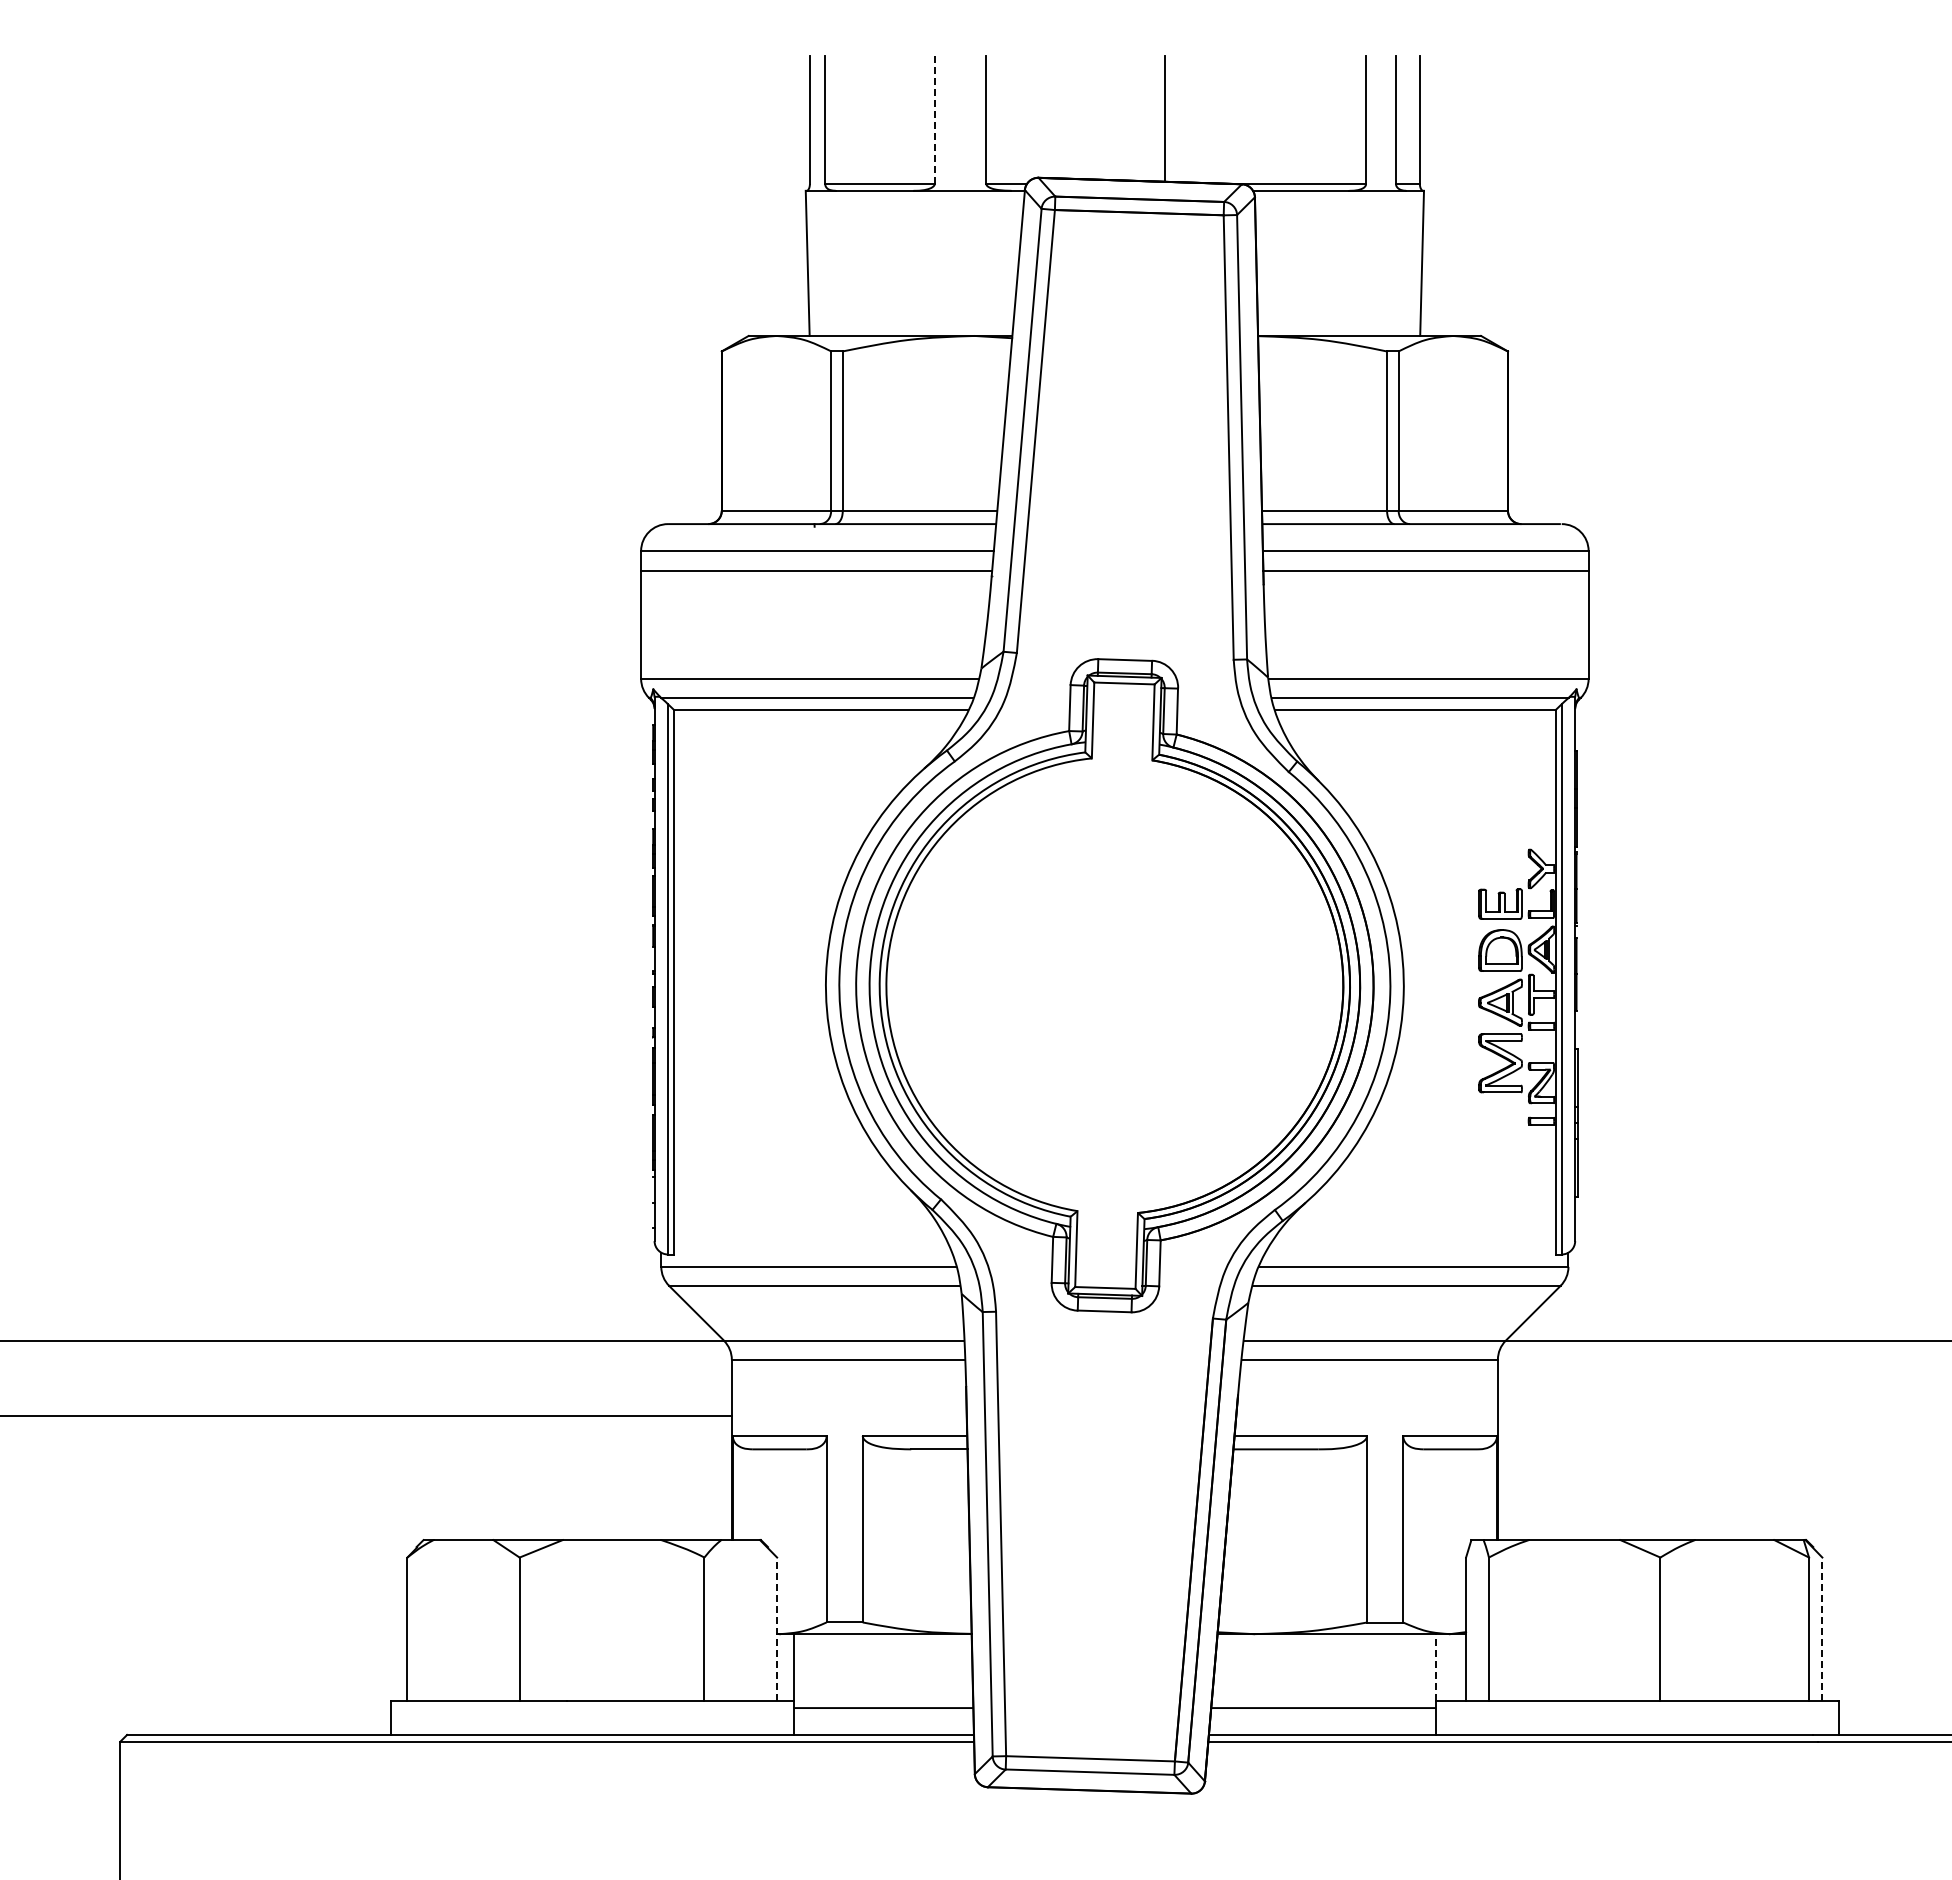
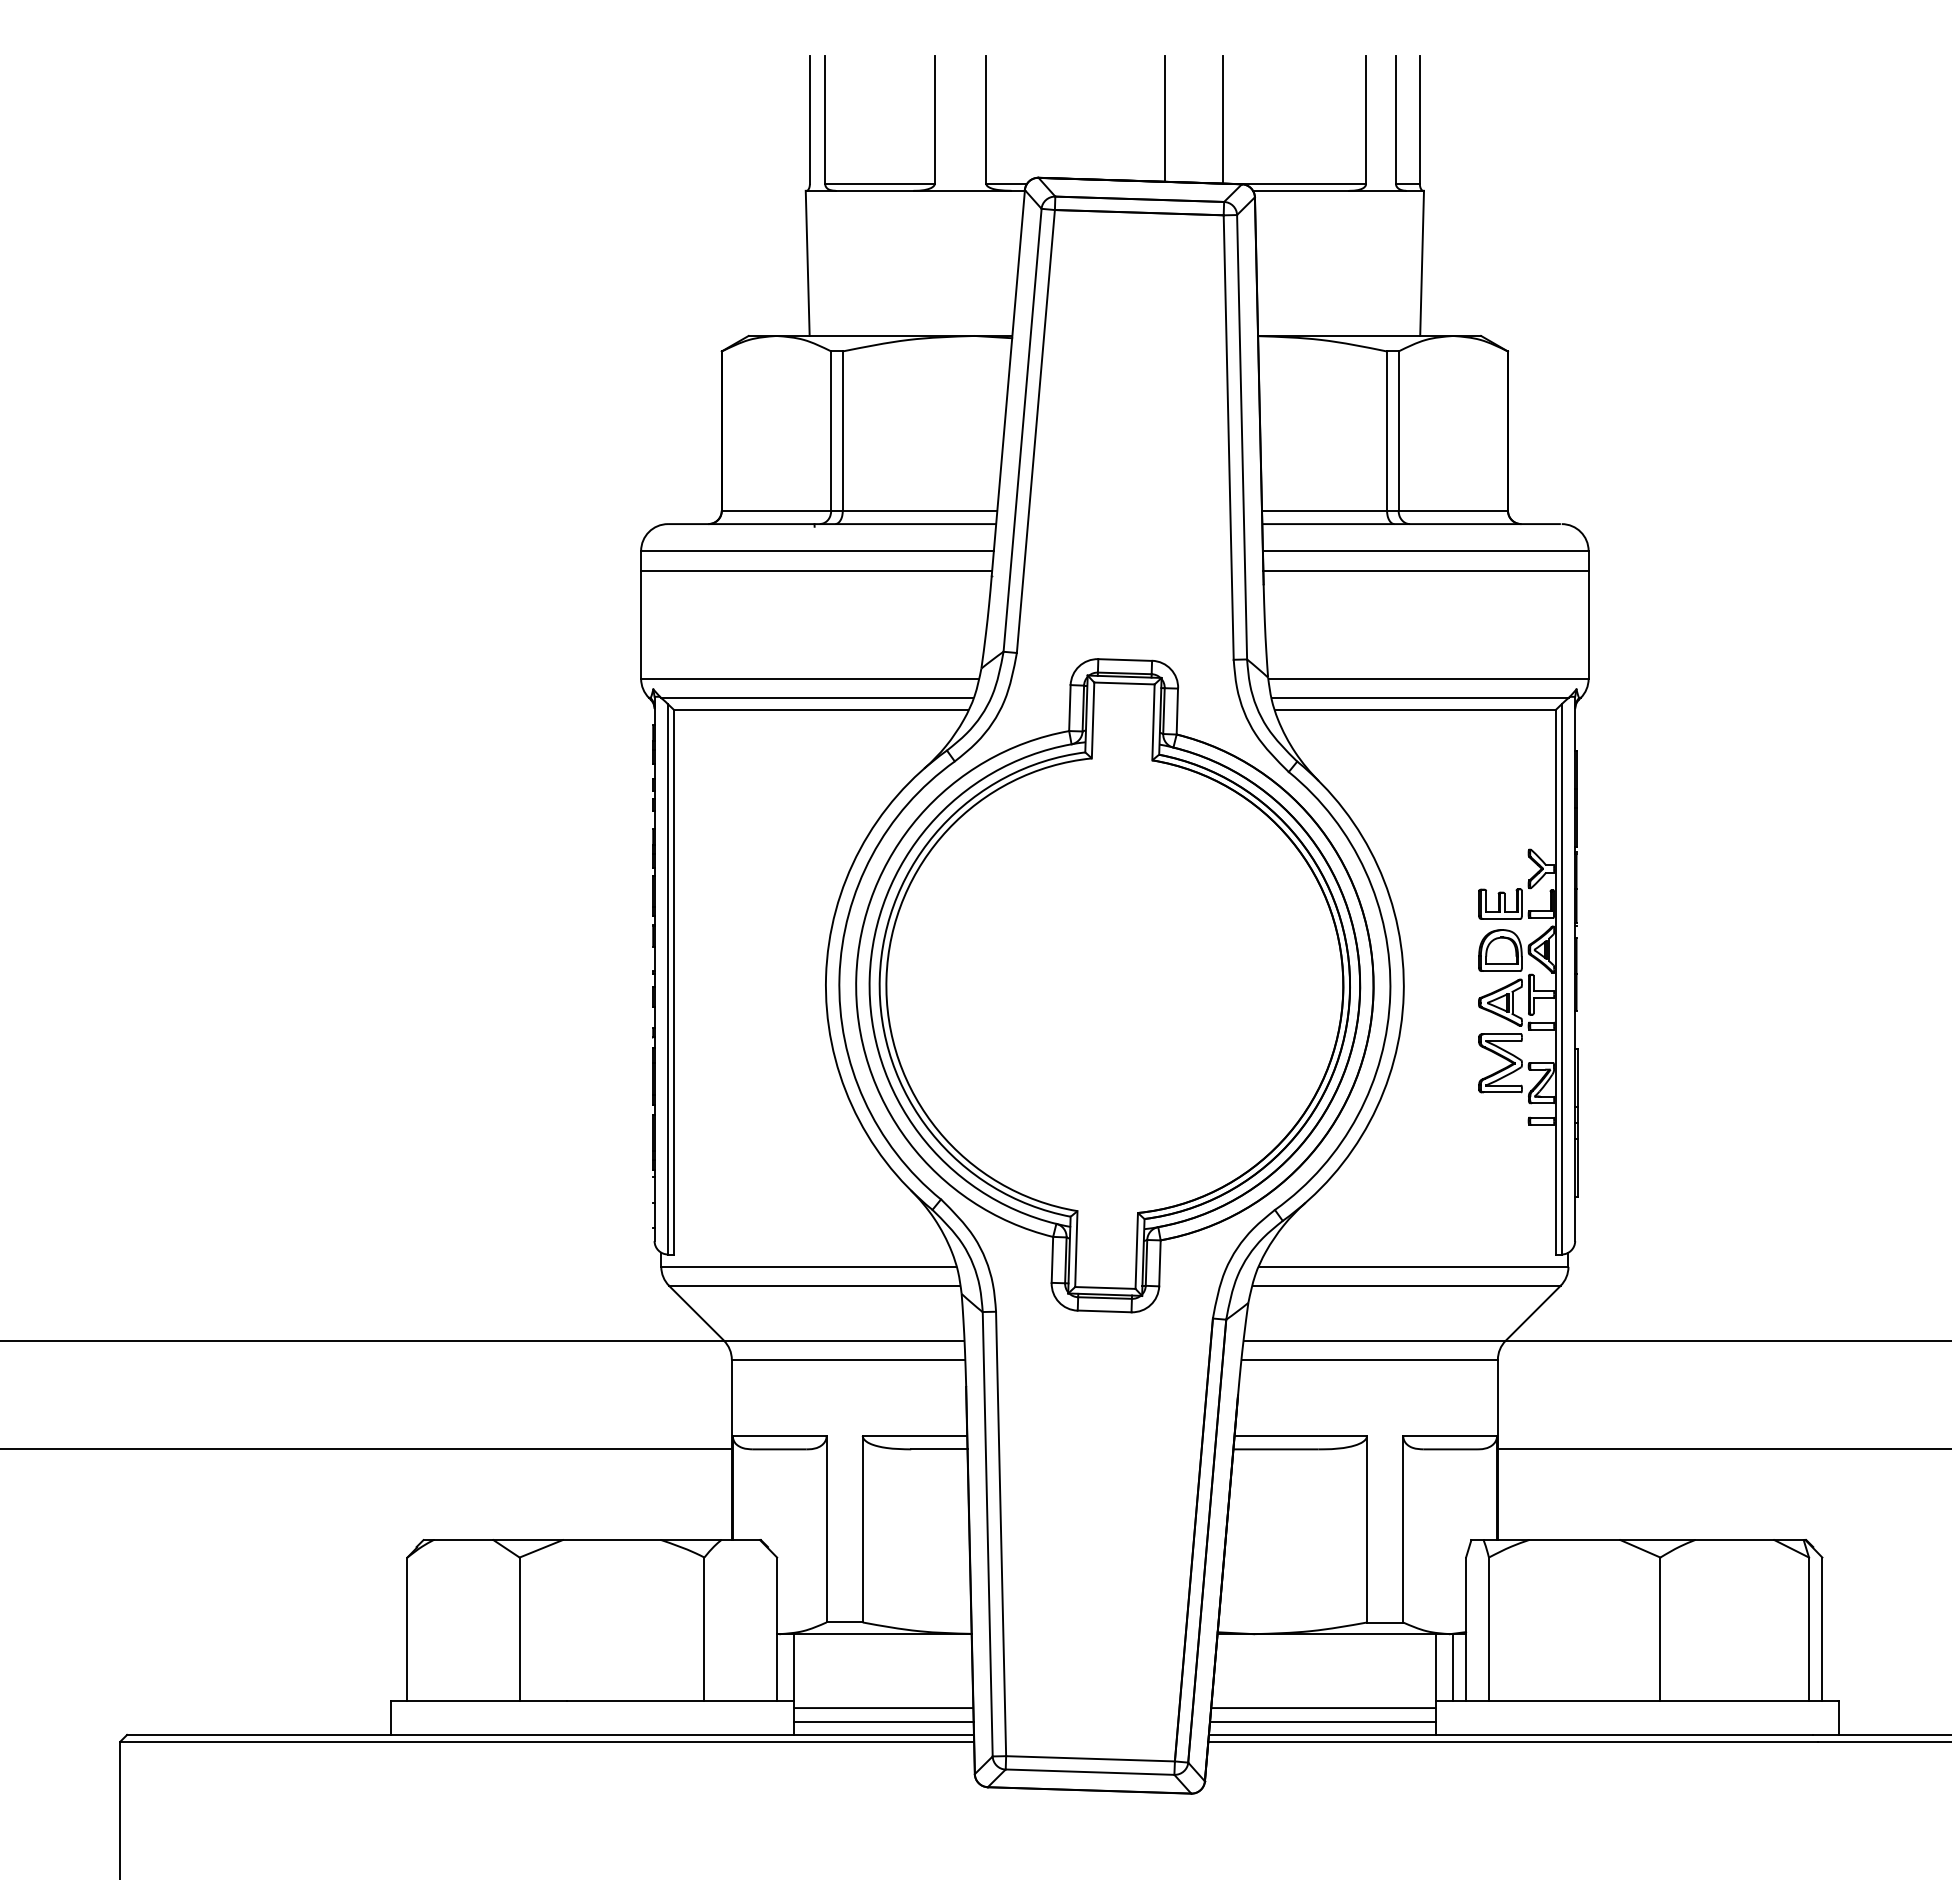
line at (1222, 119): none -> present
line at (934, 120): dashed -> solid
line at (366, 1415) position: (366, 1415) -> (366, 1448)
line at (1722, 1448): none -> present
line at (777, 1629): dashed -> solid
line at (1822, 1629): dashed -> solid
line at (1436, 1667): dashed -> solid
line at (1452, 1667): none -> present
line at (883, 1721): none -> present
line at (1322, 1721): none -> present
